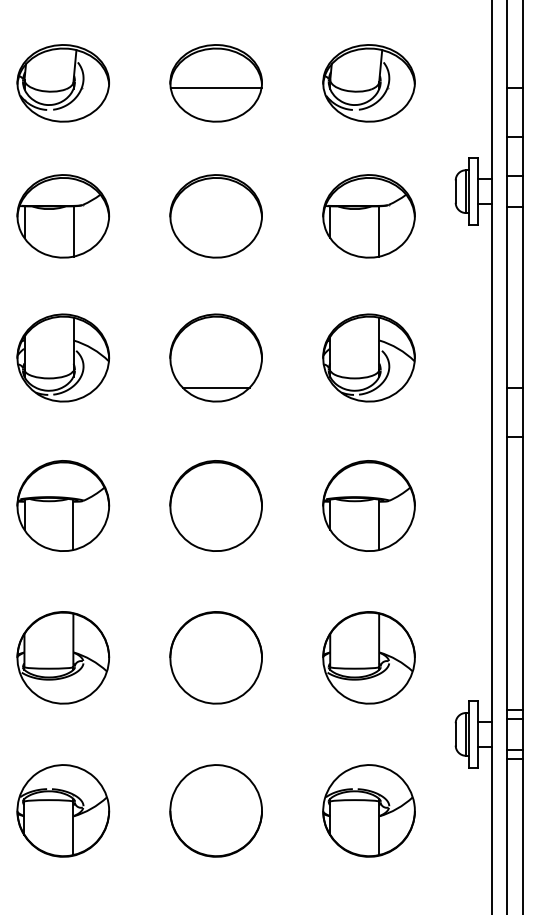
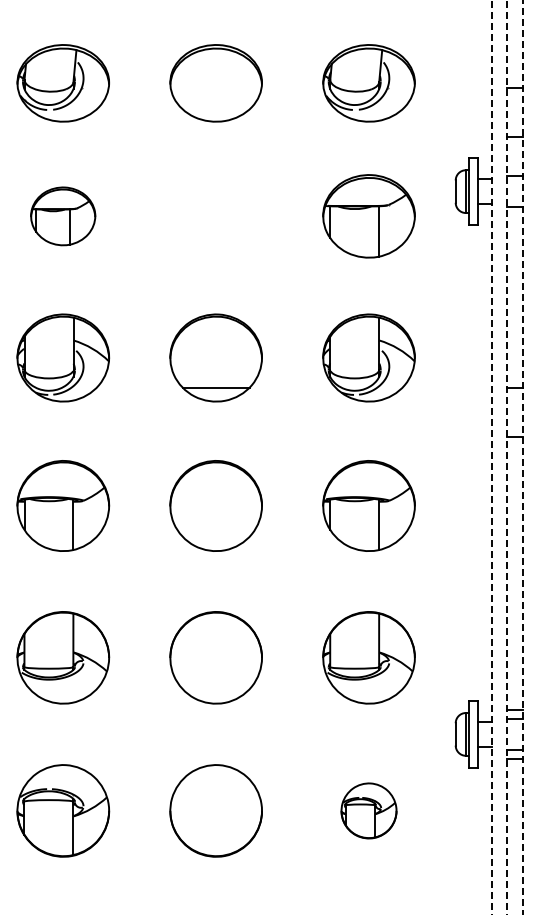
line at (215, 87): present -> none
part at (62, 216) size: 94x85 px -> 67x61 px
part at (215, 216): present -> none
line at (492, 456): solid -> dashed
line at (507, 456): solid -> dashed
line at (522, 457): solid -> dashed
part at (368, 810) size: 94x94 px -> 58x58 px
